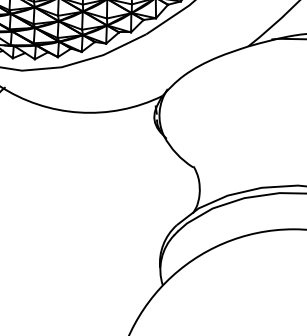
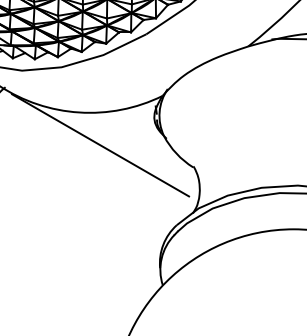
line at (100, 145): none -> present
